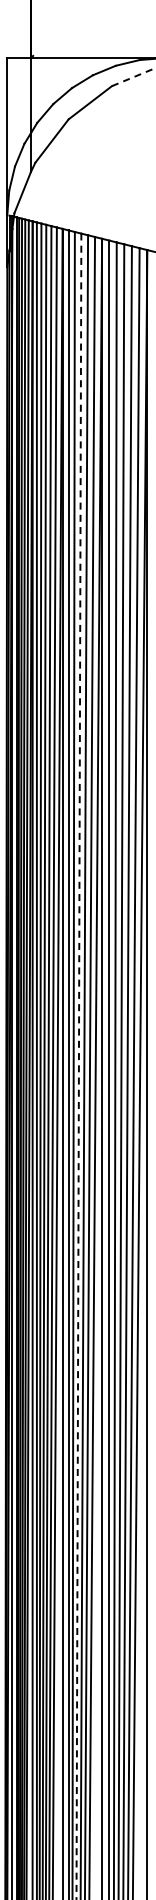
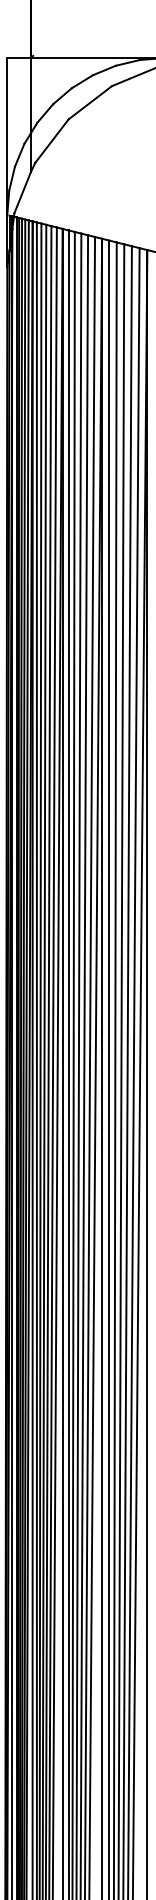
line at (134, 77): dashed -> solid
line at (78, 1066): dashed -> solid
